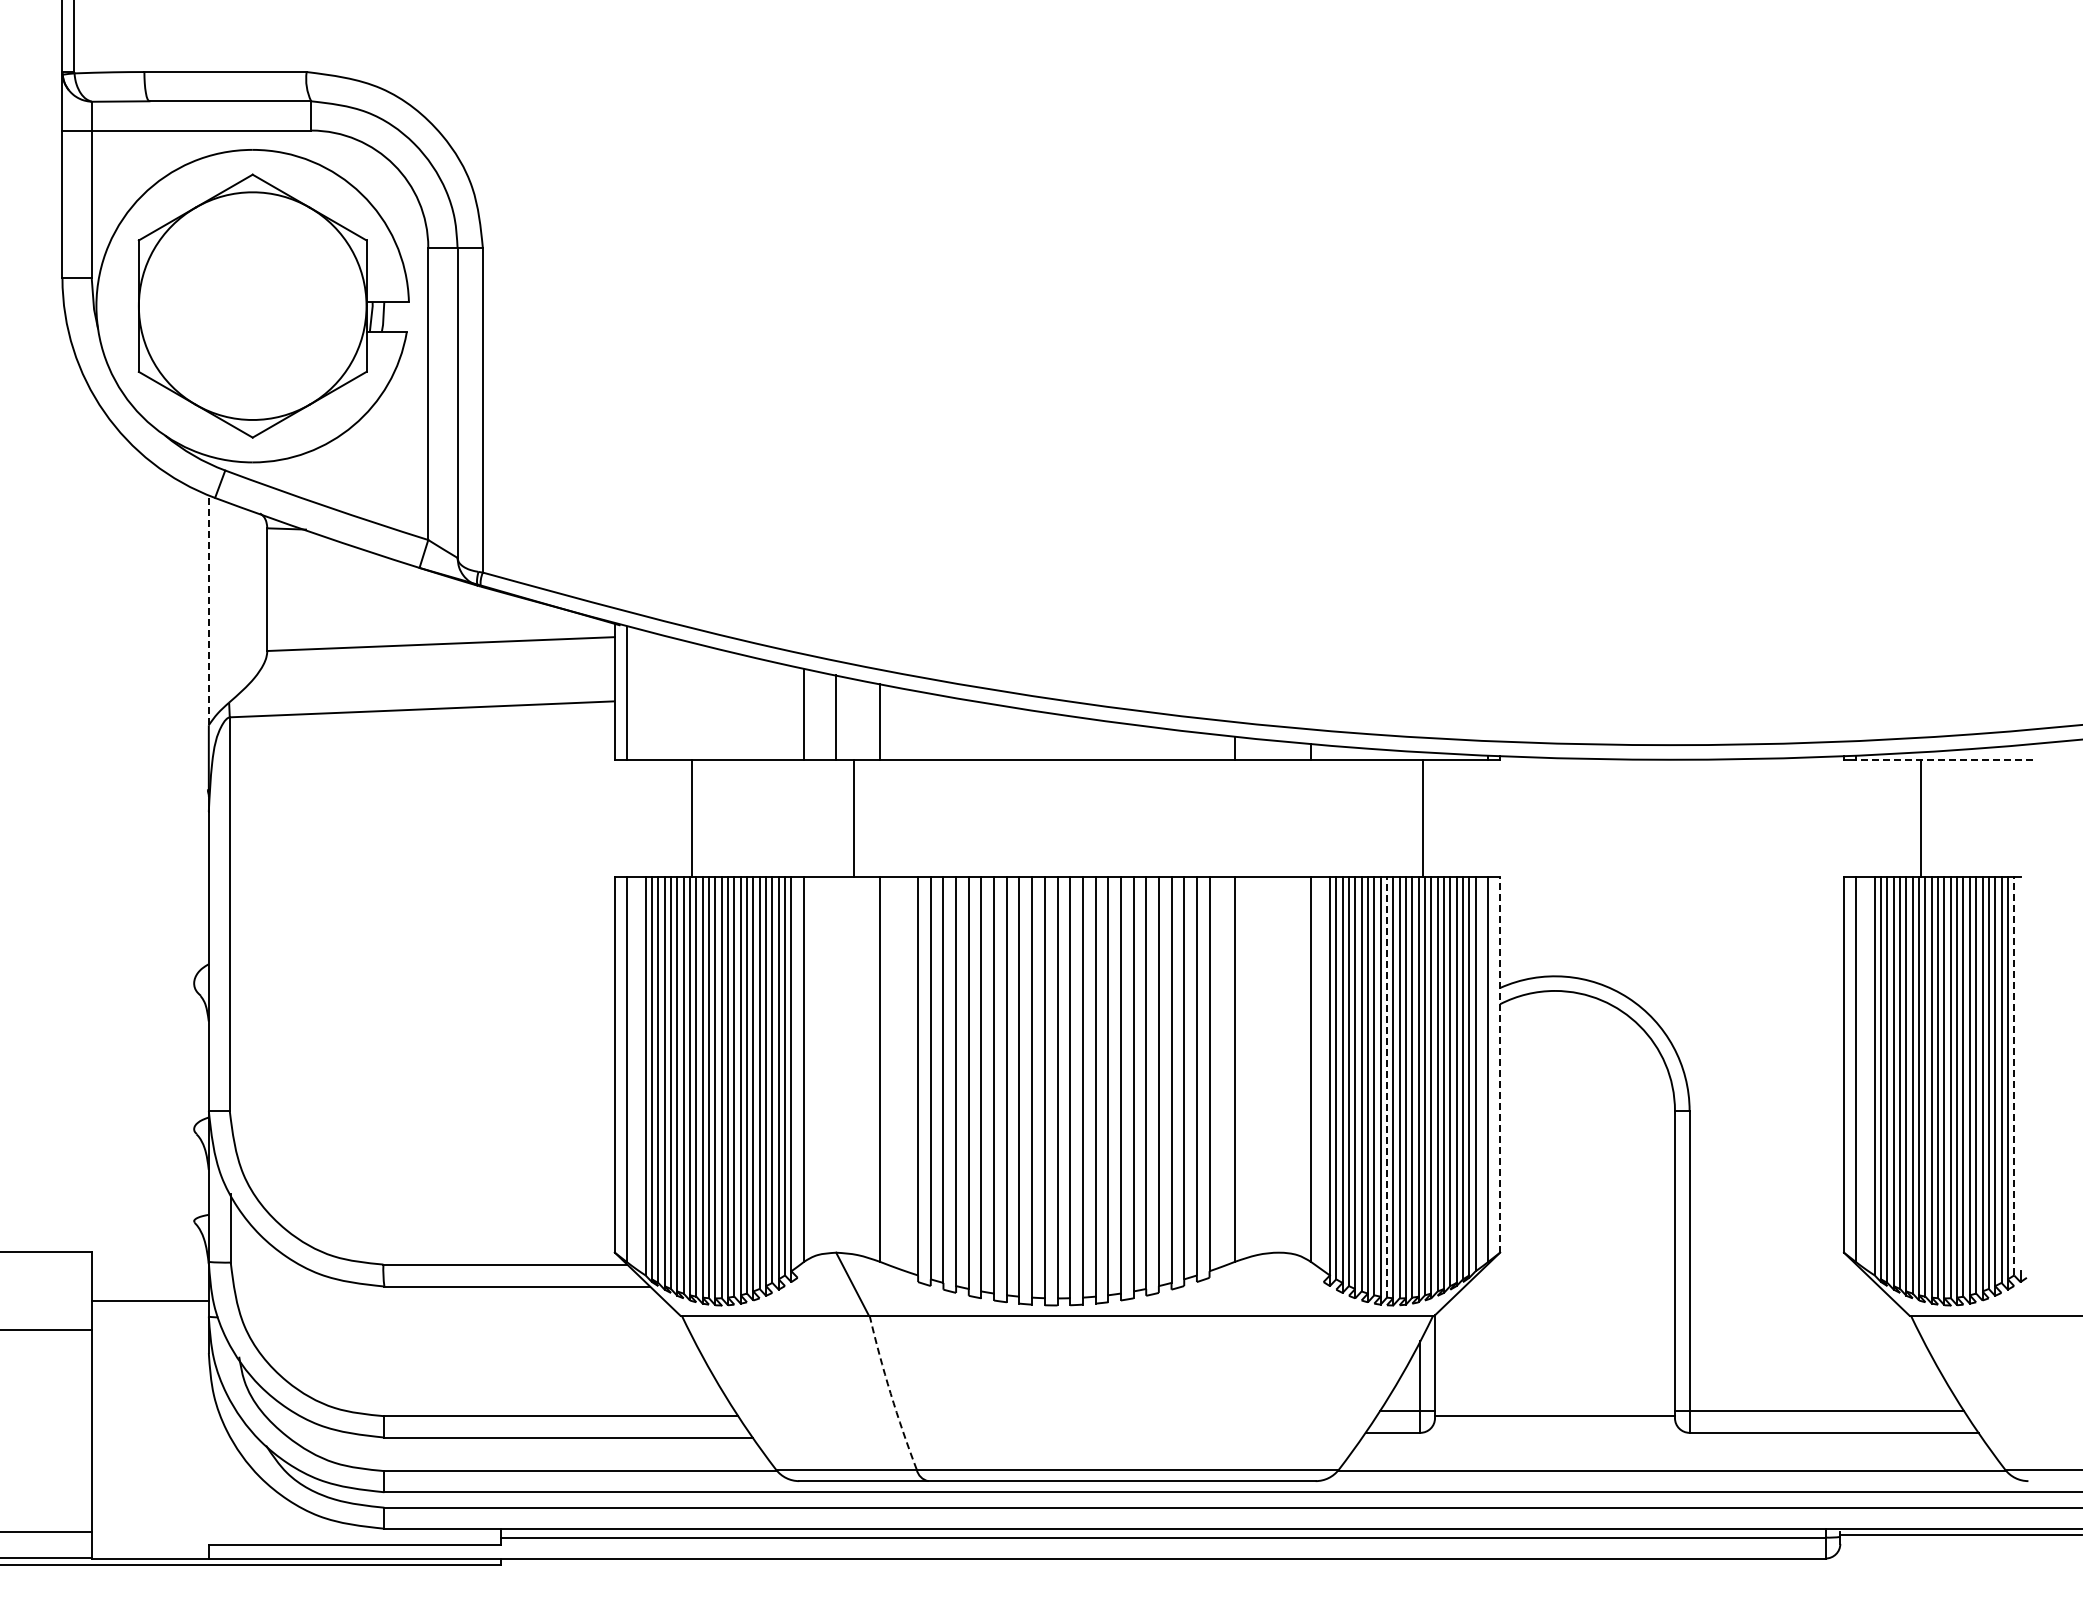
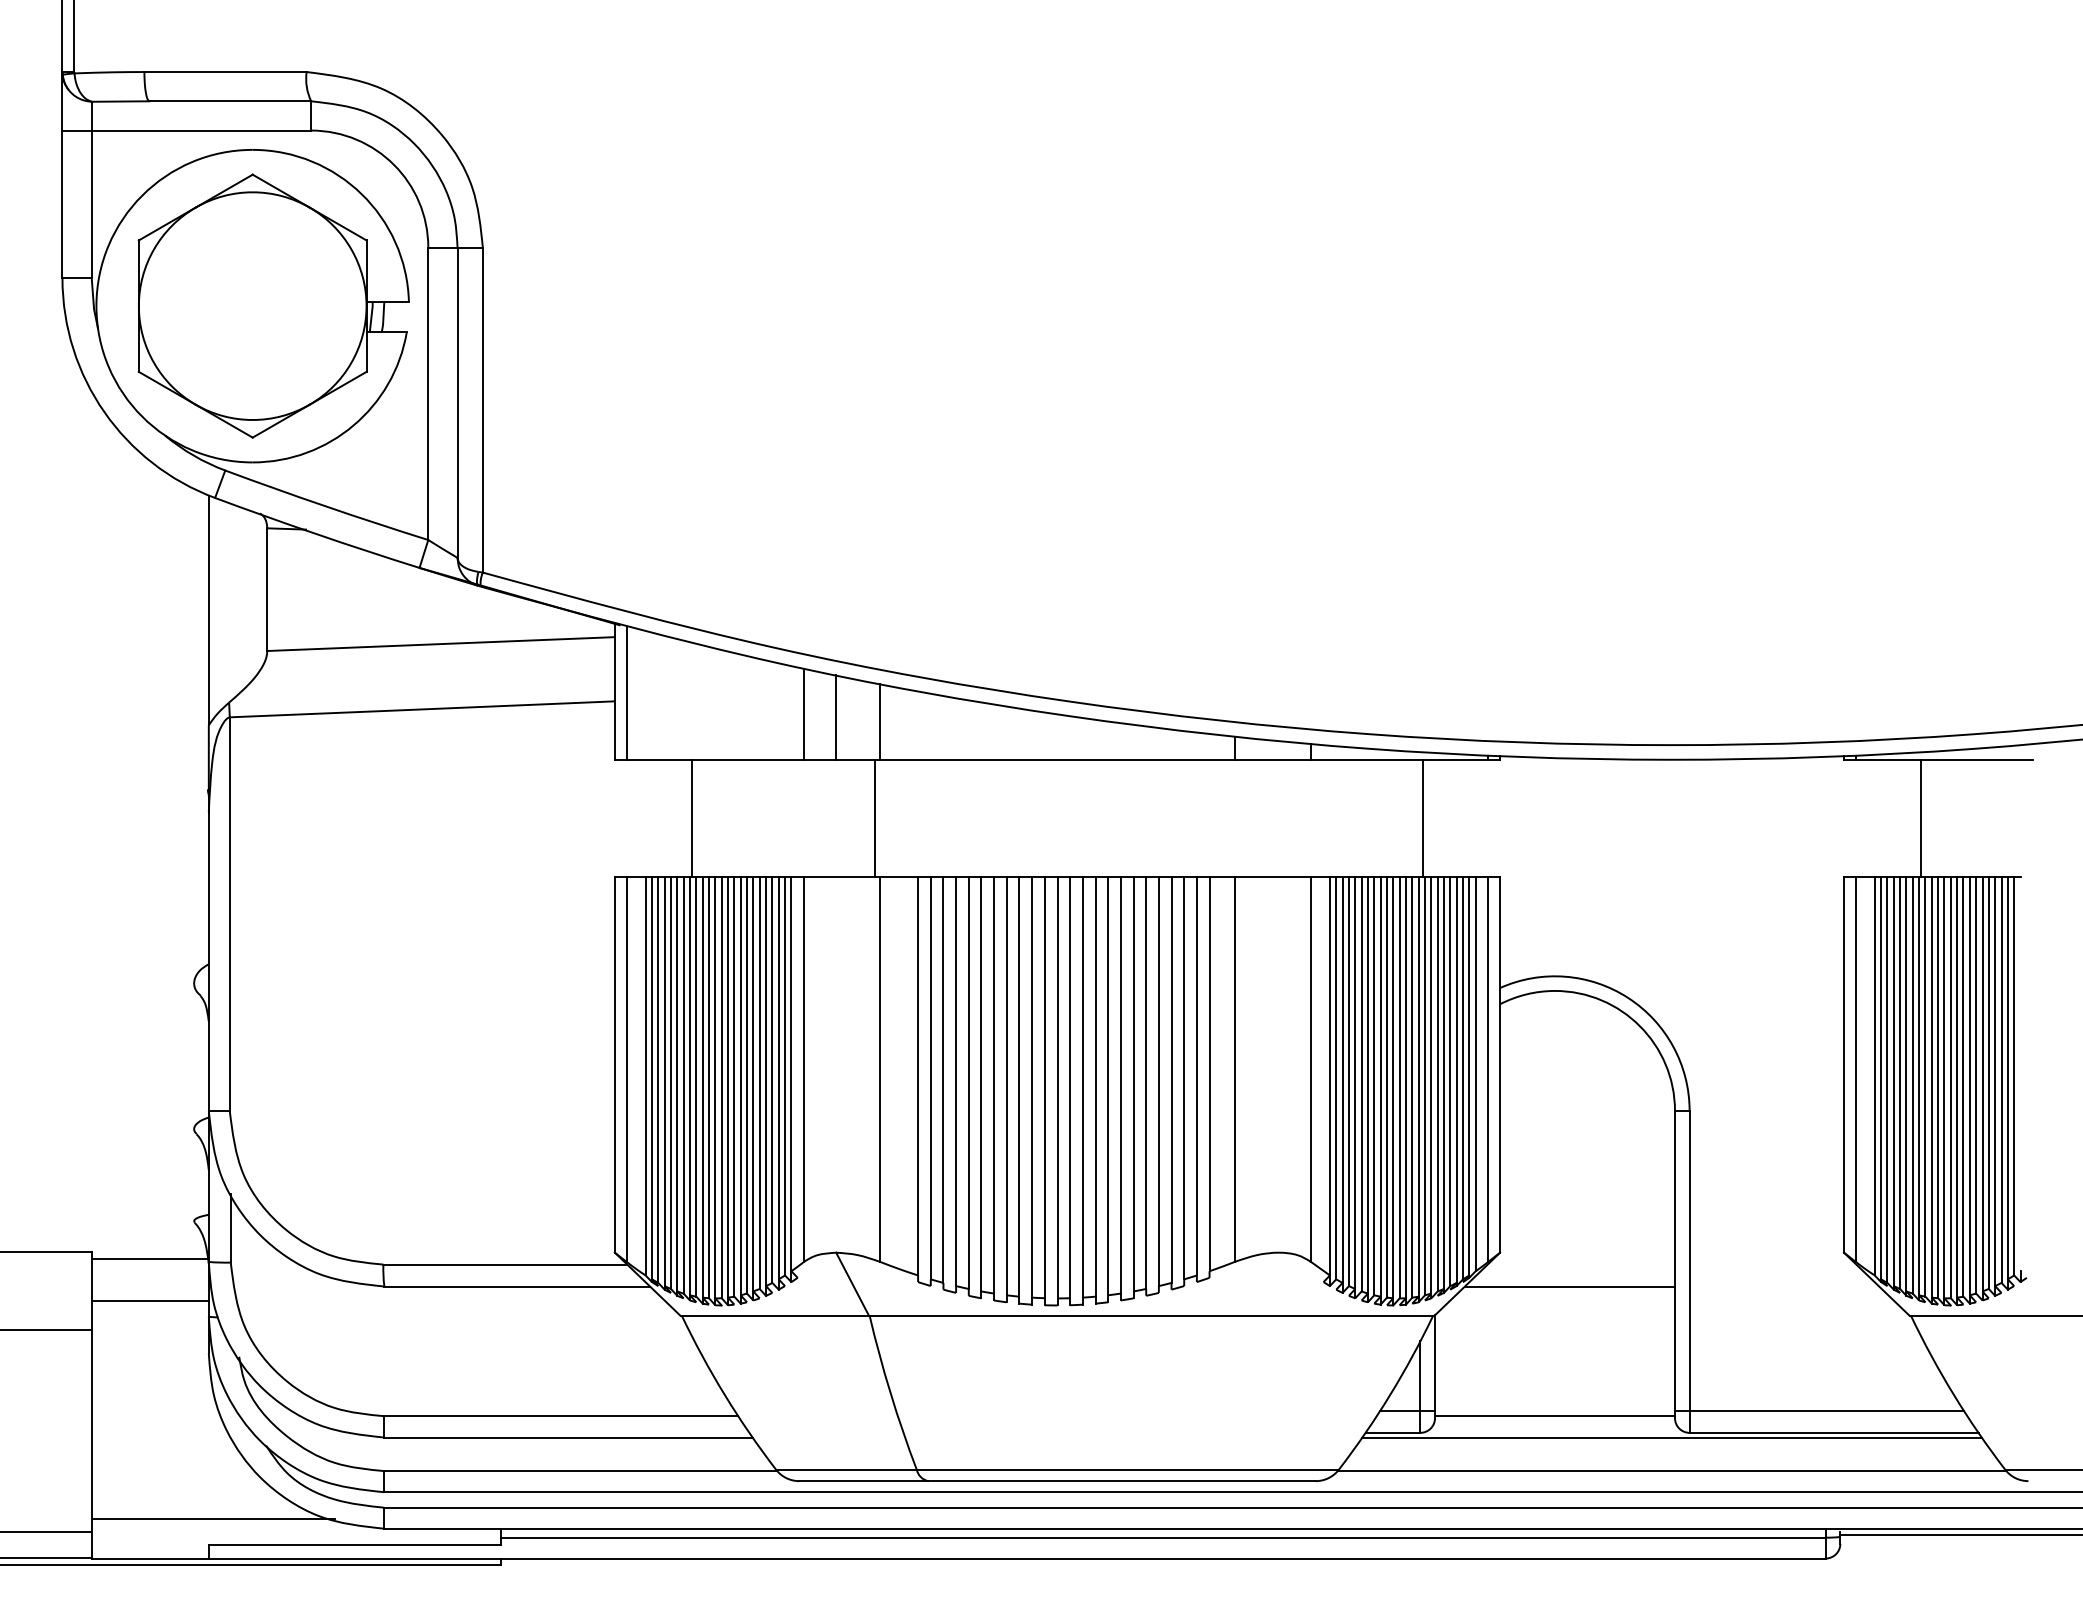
line at (208, 610): dashed -> solid
line at (1944, 759): dashed -> solid
line at (853, 817) position: (853, 817) -> (874, 817)
line at (1500, 1064): dashed -> solid
line at (2014, 1075): dashed -> solid
line at (1386, 1086): dashed -> solid
line at (149, 1258): none -> present
line at (1569, 1286): none -> present
arc at (890, 1393): dashed -> solid
line at (1671, 1437): none -> present
line at (213, 1519): none -> present
